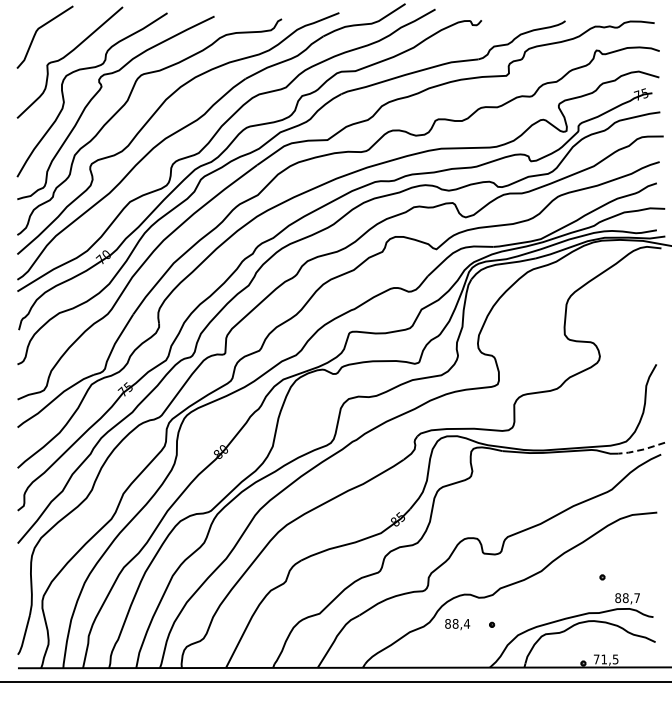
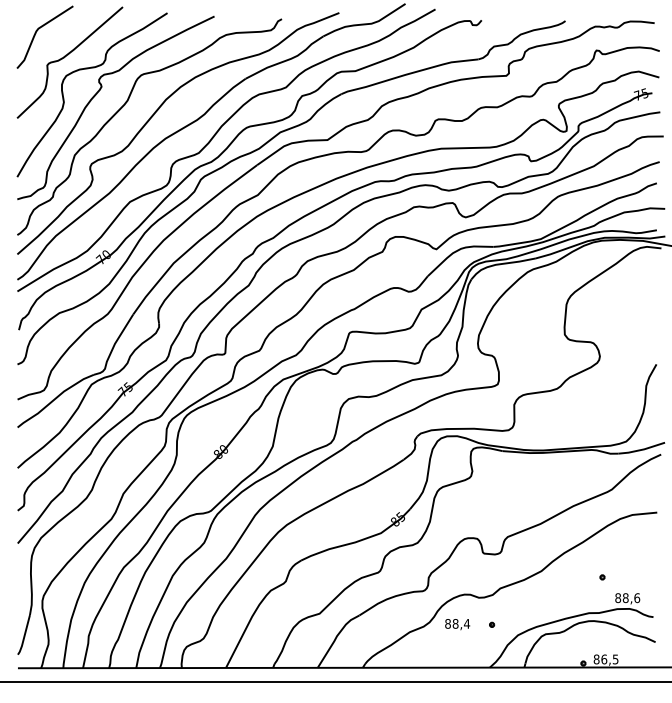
line at (641, 449): dashed -> solid
text at (637, 598): 88,7 -> 88,6
text at (600, 659): 71,5 -> 86,5
